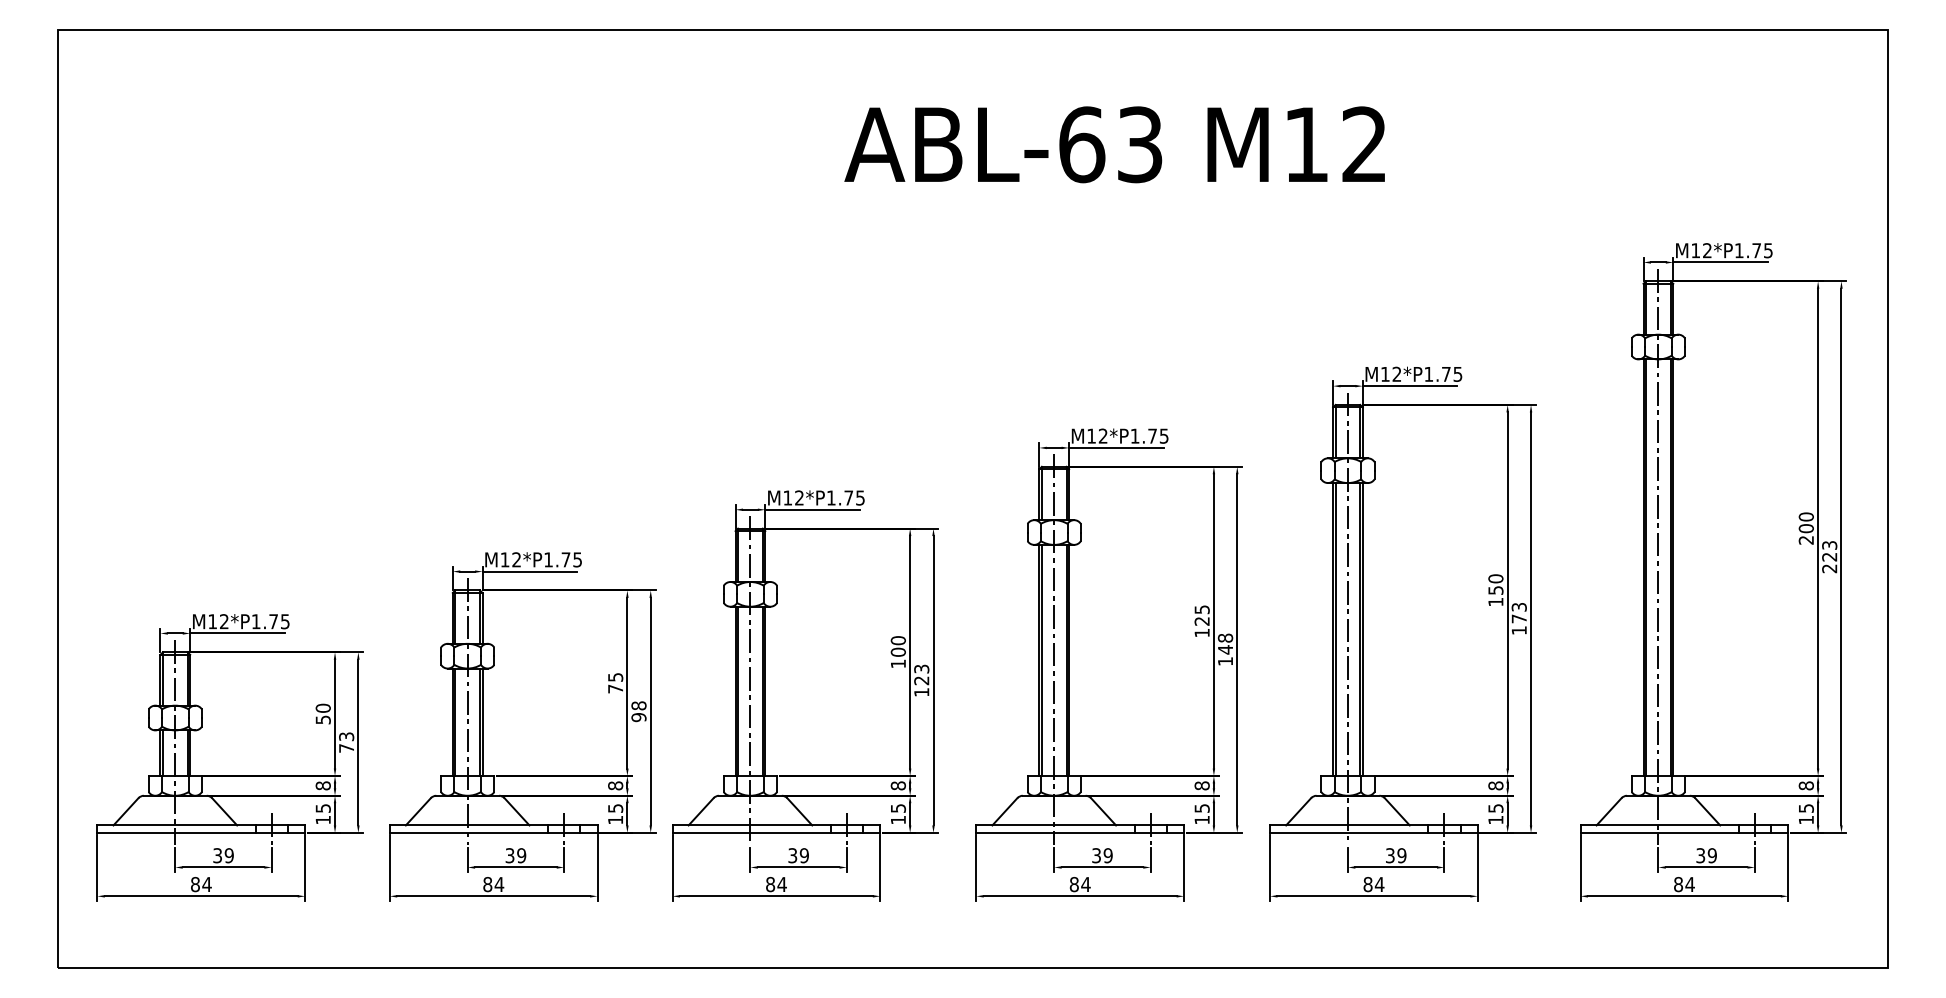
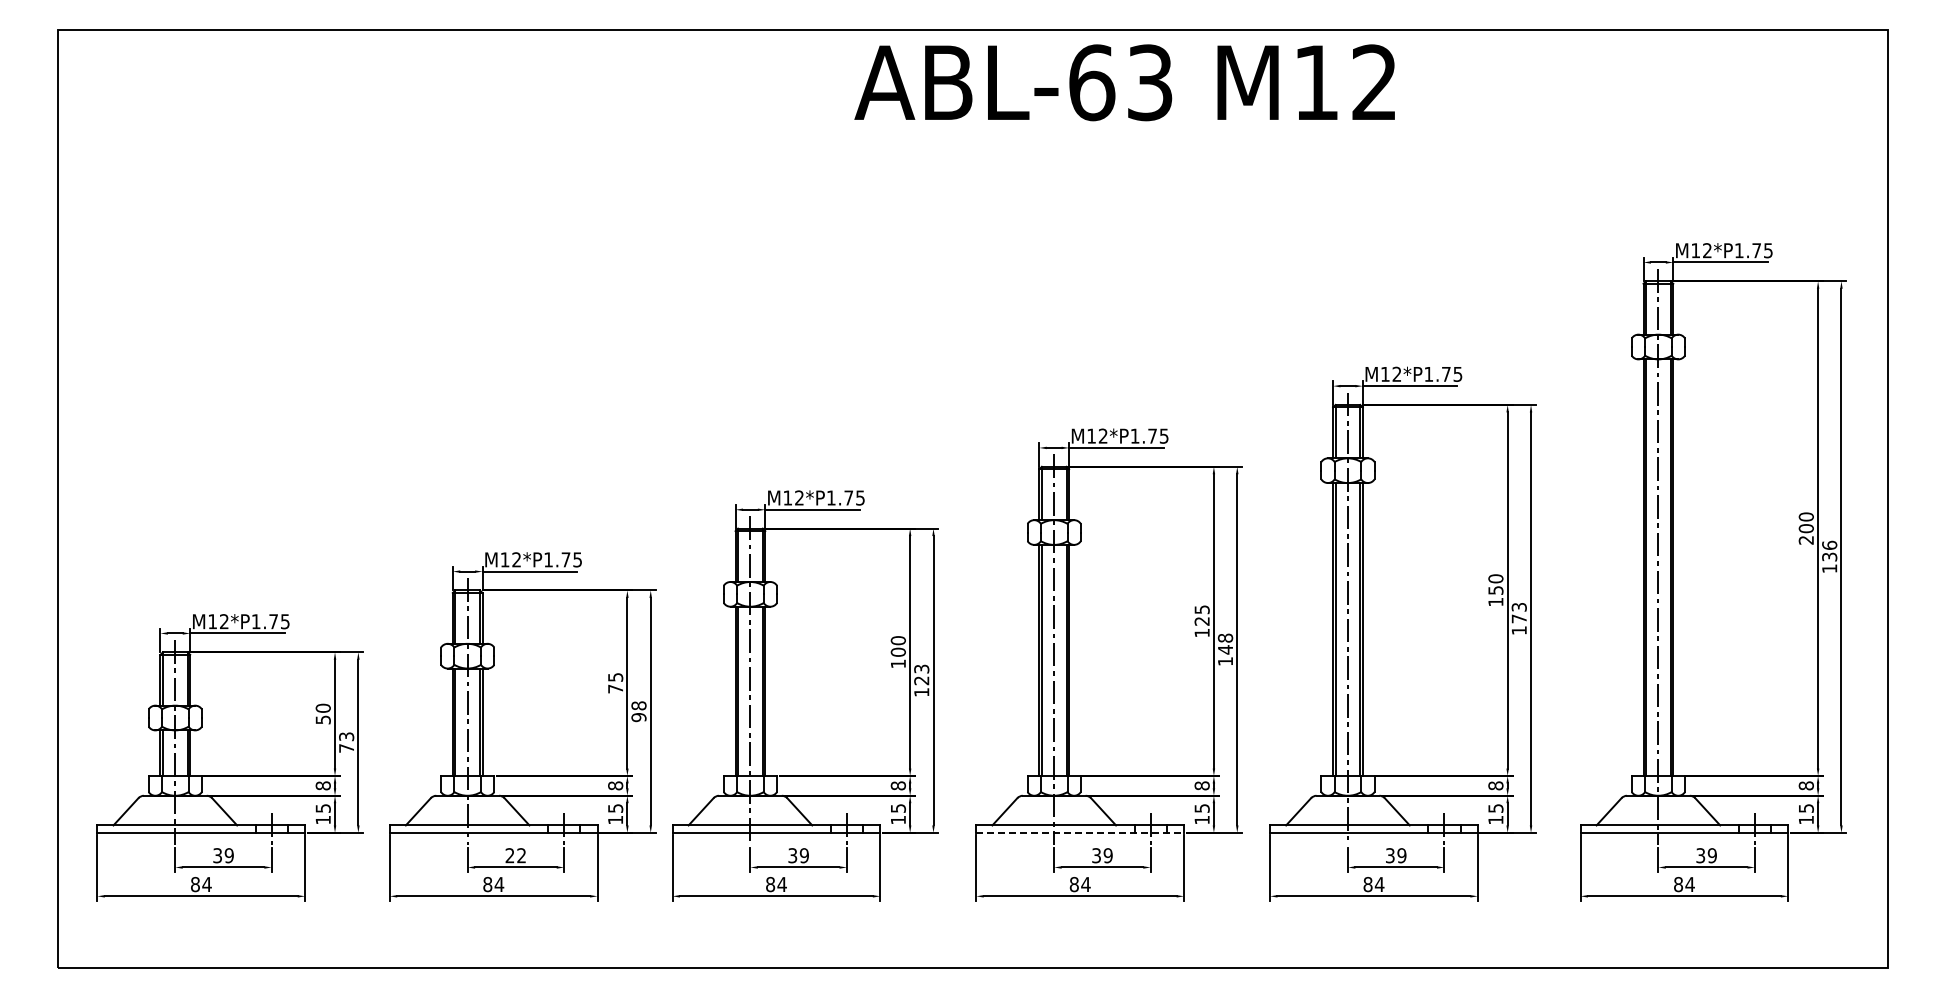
text at (1114, 144) position: (1114, 144) -> (1124, 82)
text at (1829, 556): 223 -> 136
line at (1080, 832): solid -> dashed
text at (515, 855): 39 -> 22
